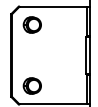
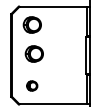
part at (33, 53): none -> present
part at (31, 85) size: 20x18 px -> 13x12 px
